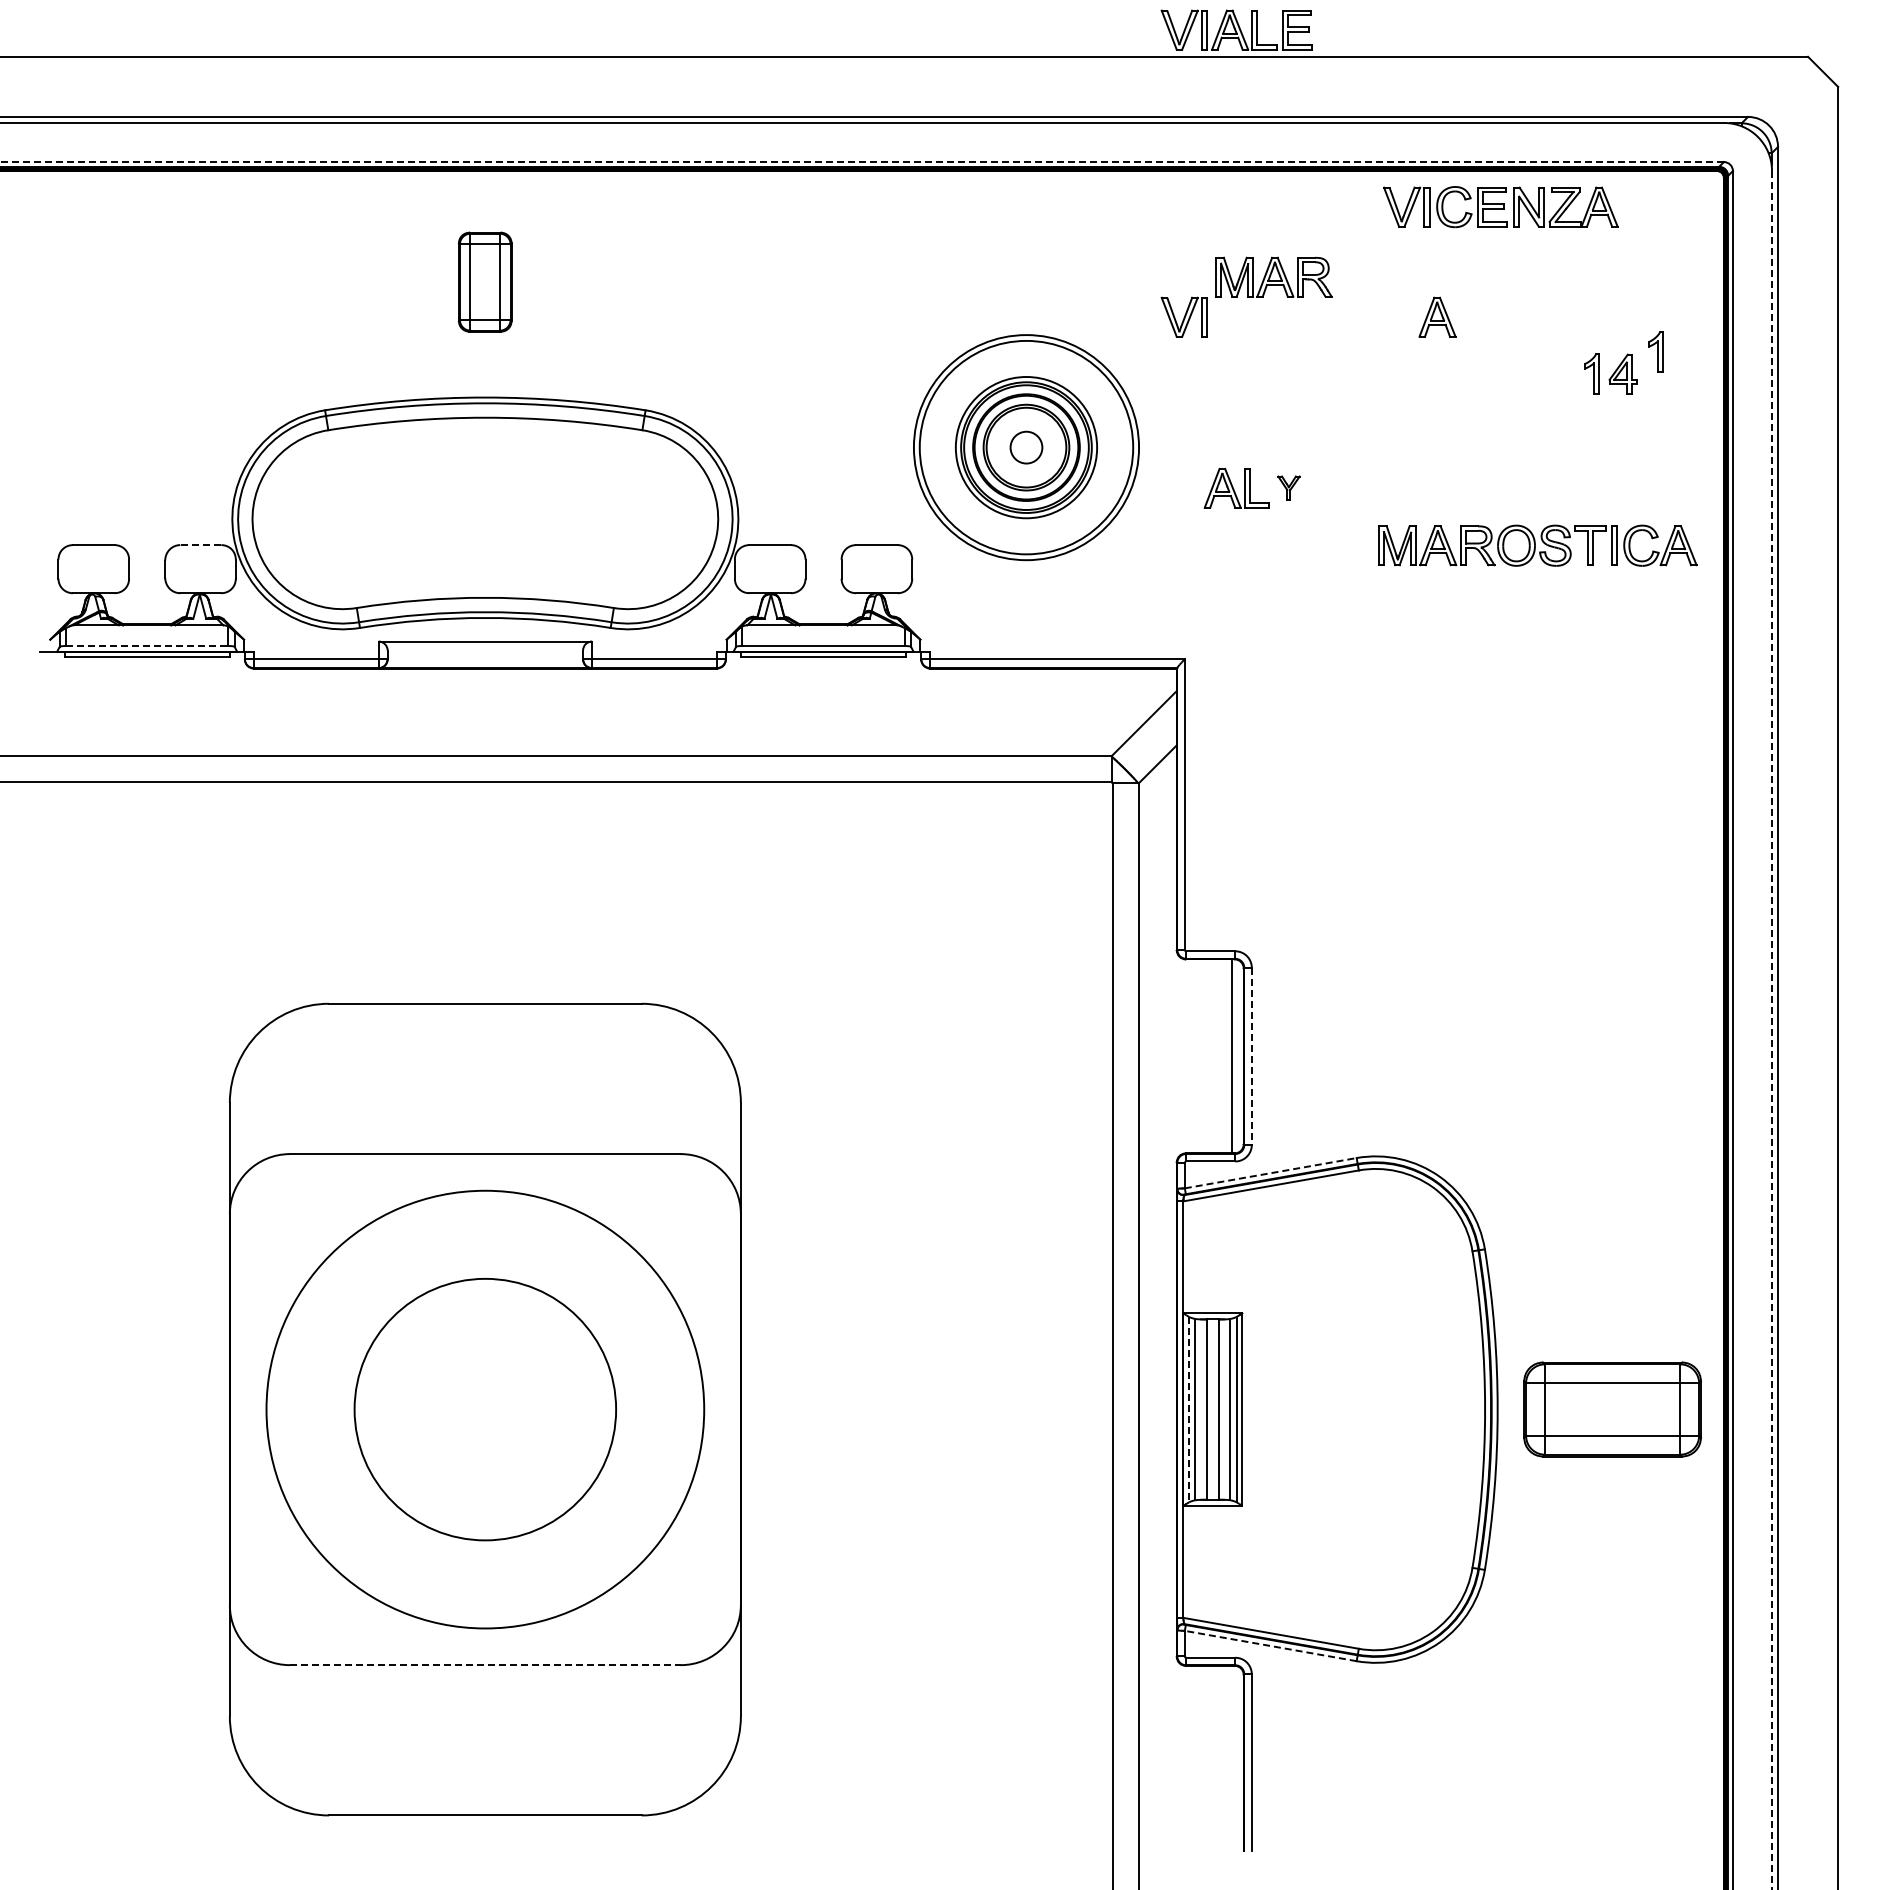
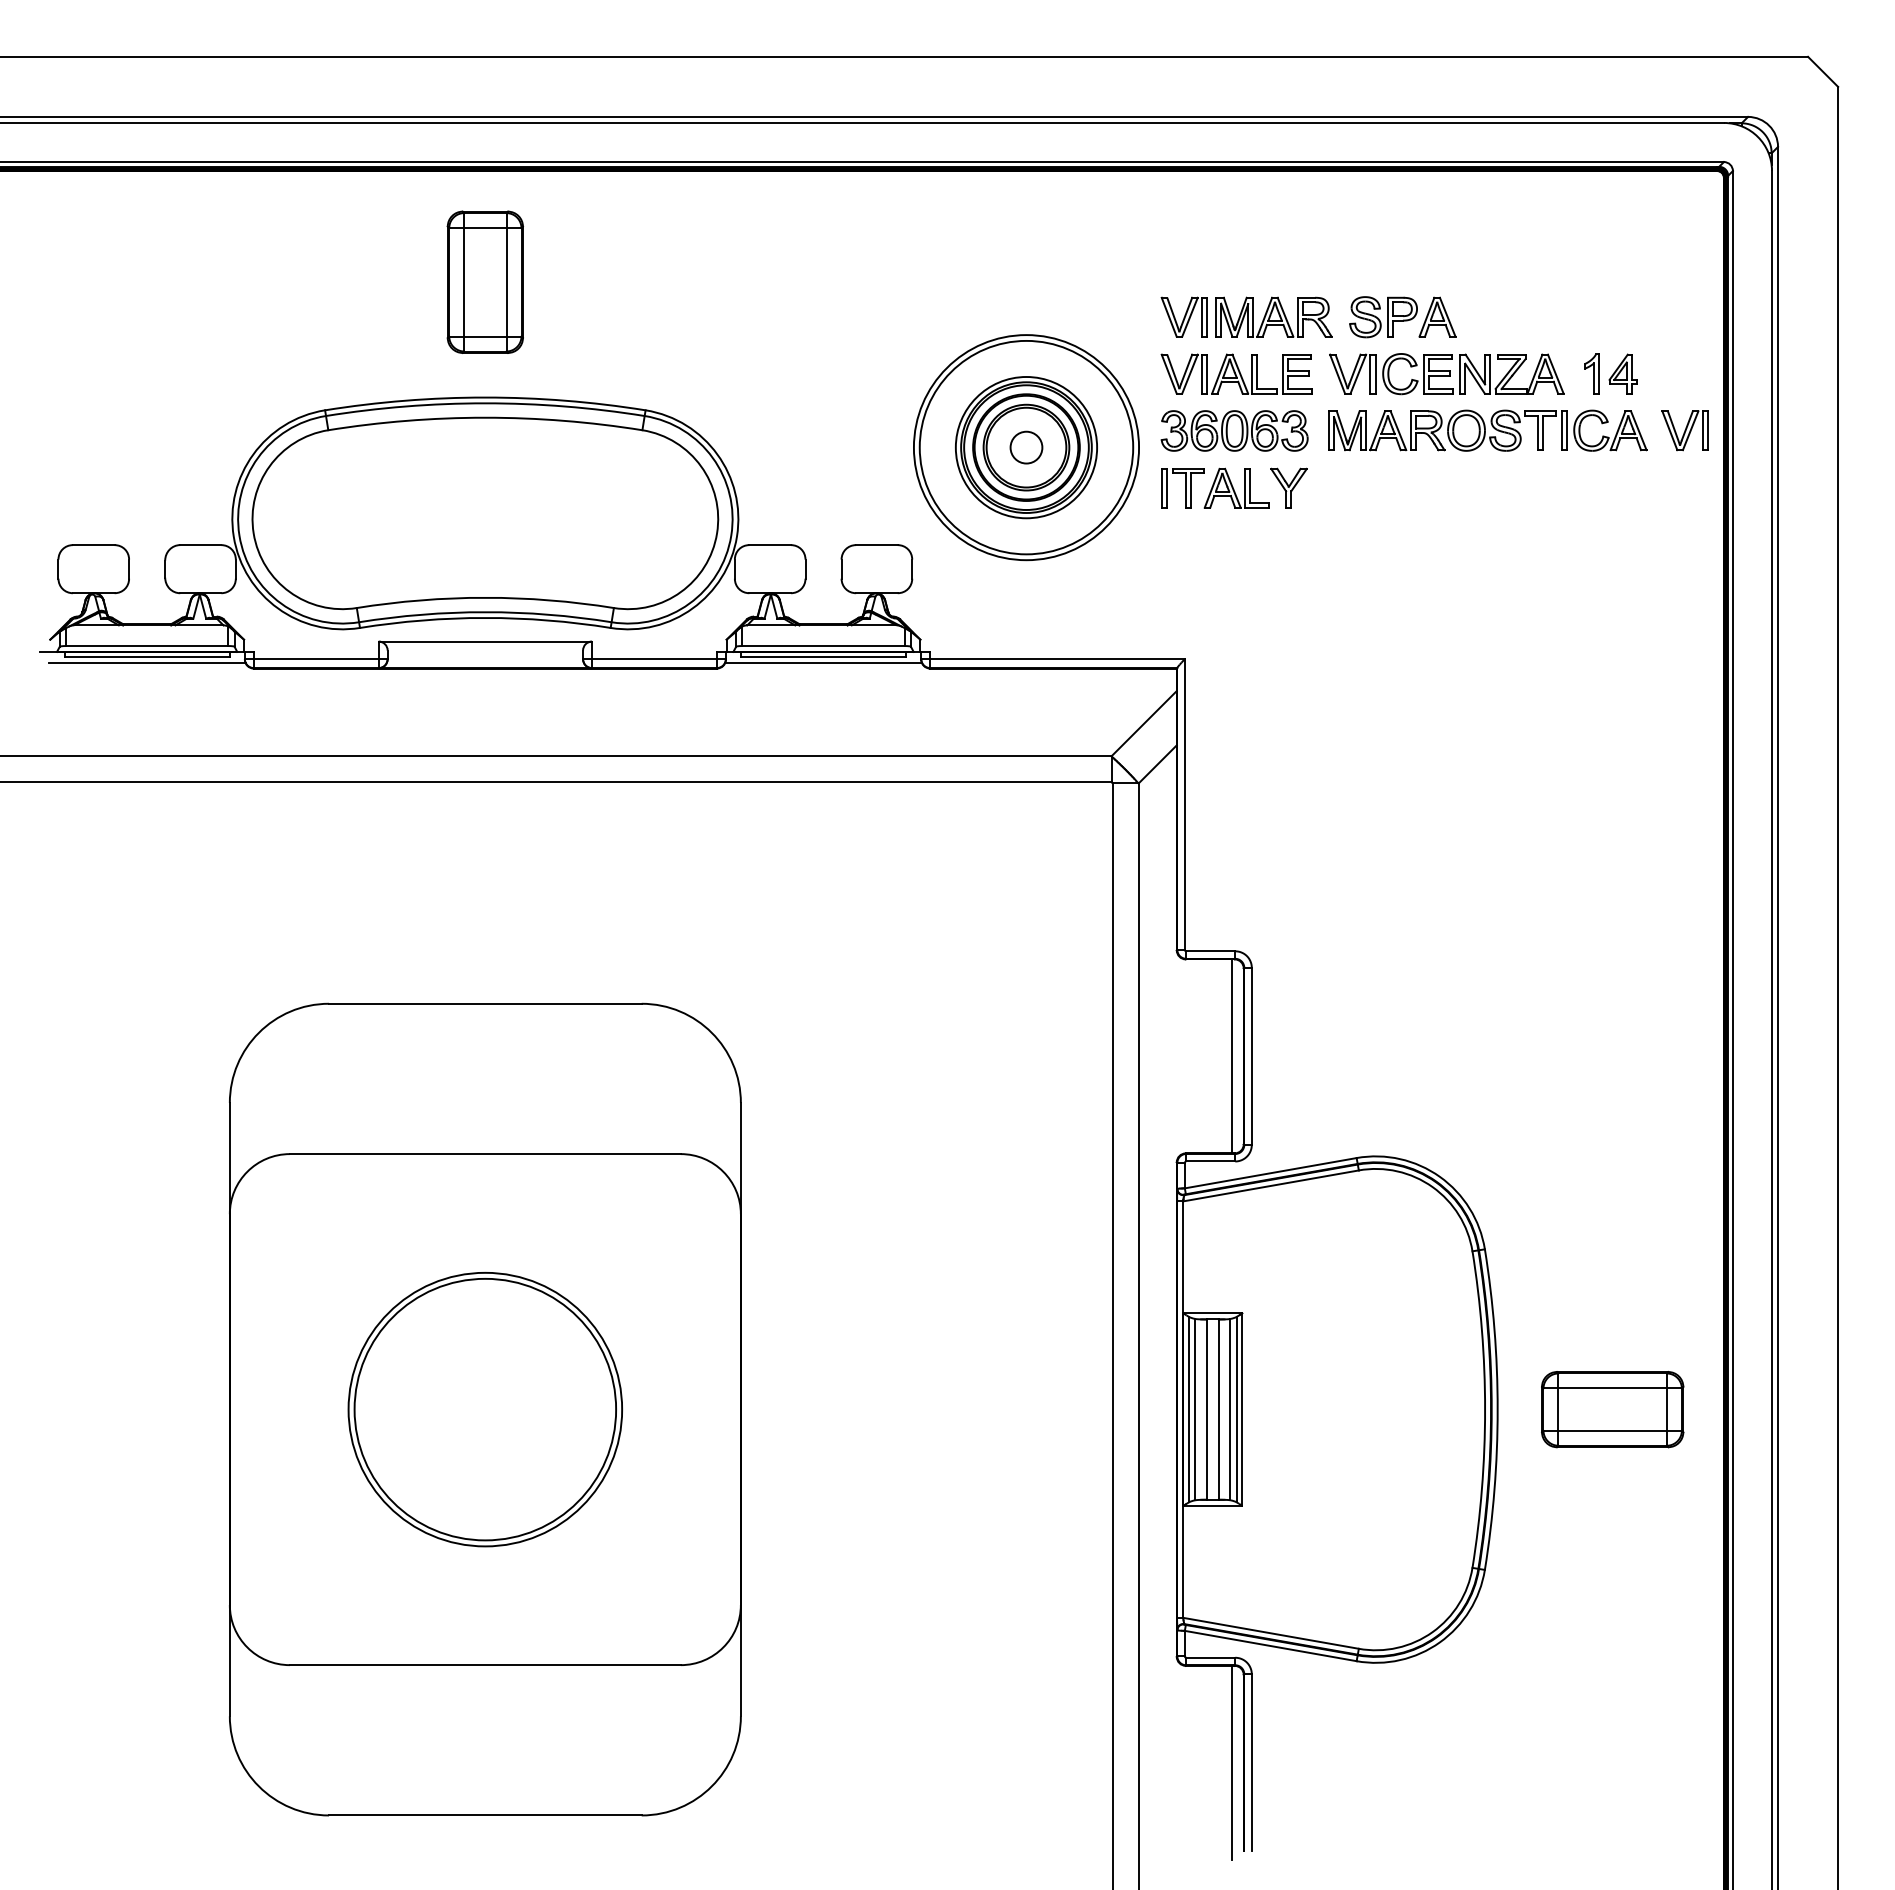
part at (1236, 29) position: (1236, 29) -> (1236, 373)
line at (862, 162): dashed -> solid
part at (1500, 207) position: (1500, 207) -> (1446, 374)
part at (1273, 276) position: (1273, 276) -> (1273, 316)
part at (484, 281) size: 56x102 px -> 78x144 px
part at (1383, 317): none -> present
part at (1655, 351): present -> none
part at (1234, 430): none -> present
part at (1684, 430): none -> present
part at (1288, 487) size: 24x26 px -> 38x42 px
part at (1182, 488): none -> present
line at (200, 545): dashed -> solid
part at (1537, 545) position: (1537, 545) -> (1487, 430)
line at (147, 646): dashed -> solid
line at (146, 662): none -> present
line at (823, 662): none -> present
line at (1772, 1030): dashed -> solid
line at (1251, 1056): dashed -> solid
line at (1271, 1173): dashed -> solid
circle at (485, 1409) diameter: 438 px -> 274 px
line at (1189, 1409): dashed -> solid
part at (1612, 1409) size: 179x97 px -> 144x78 px
line at (1270, 1645): dashed -> solid
line at (485, 1665): dashed -> solid
line at (1232, 1762): none -> present
